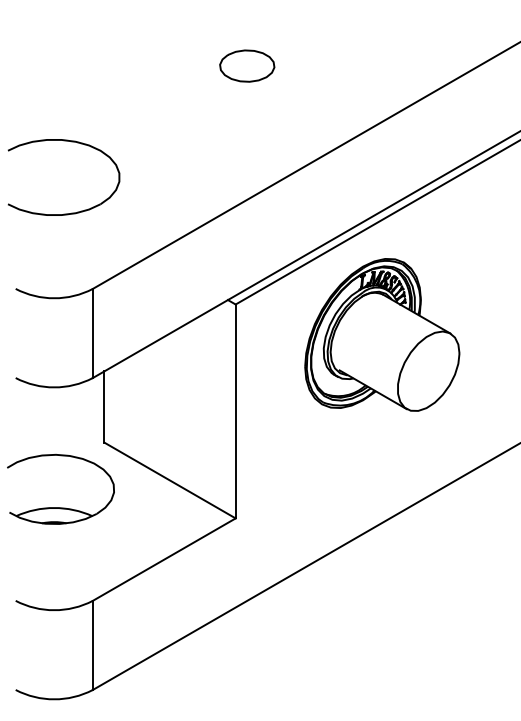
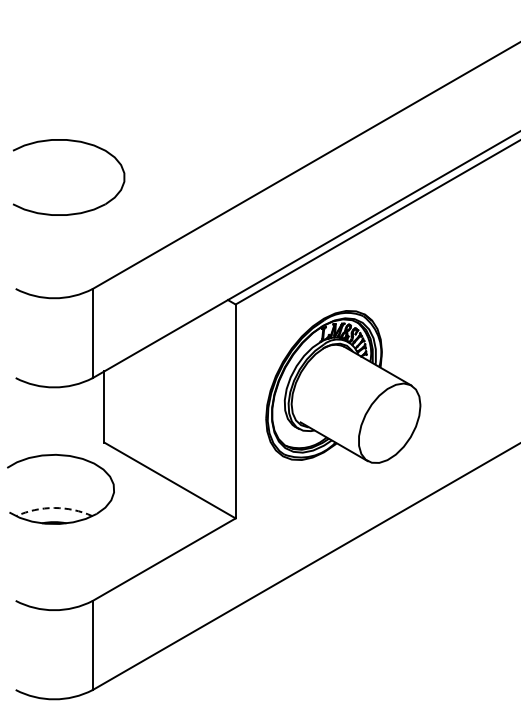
part at (247, 65): present -> none
part at (71, 142) position: (71, 142) -> (76, 142)
part at (382, 334) position: (382, 334) -> (343, 386)
arc at (54, 508): solid -> dashed
